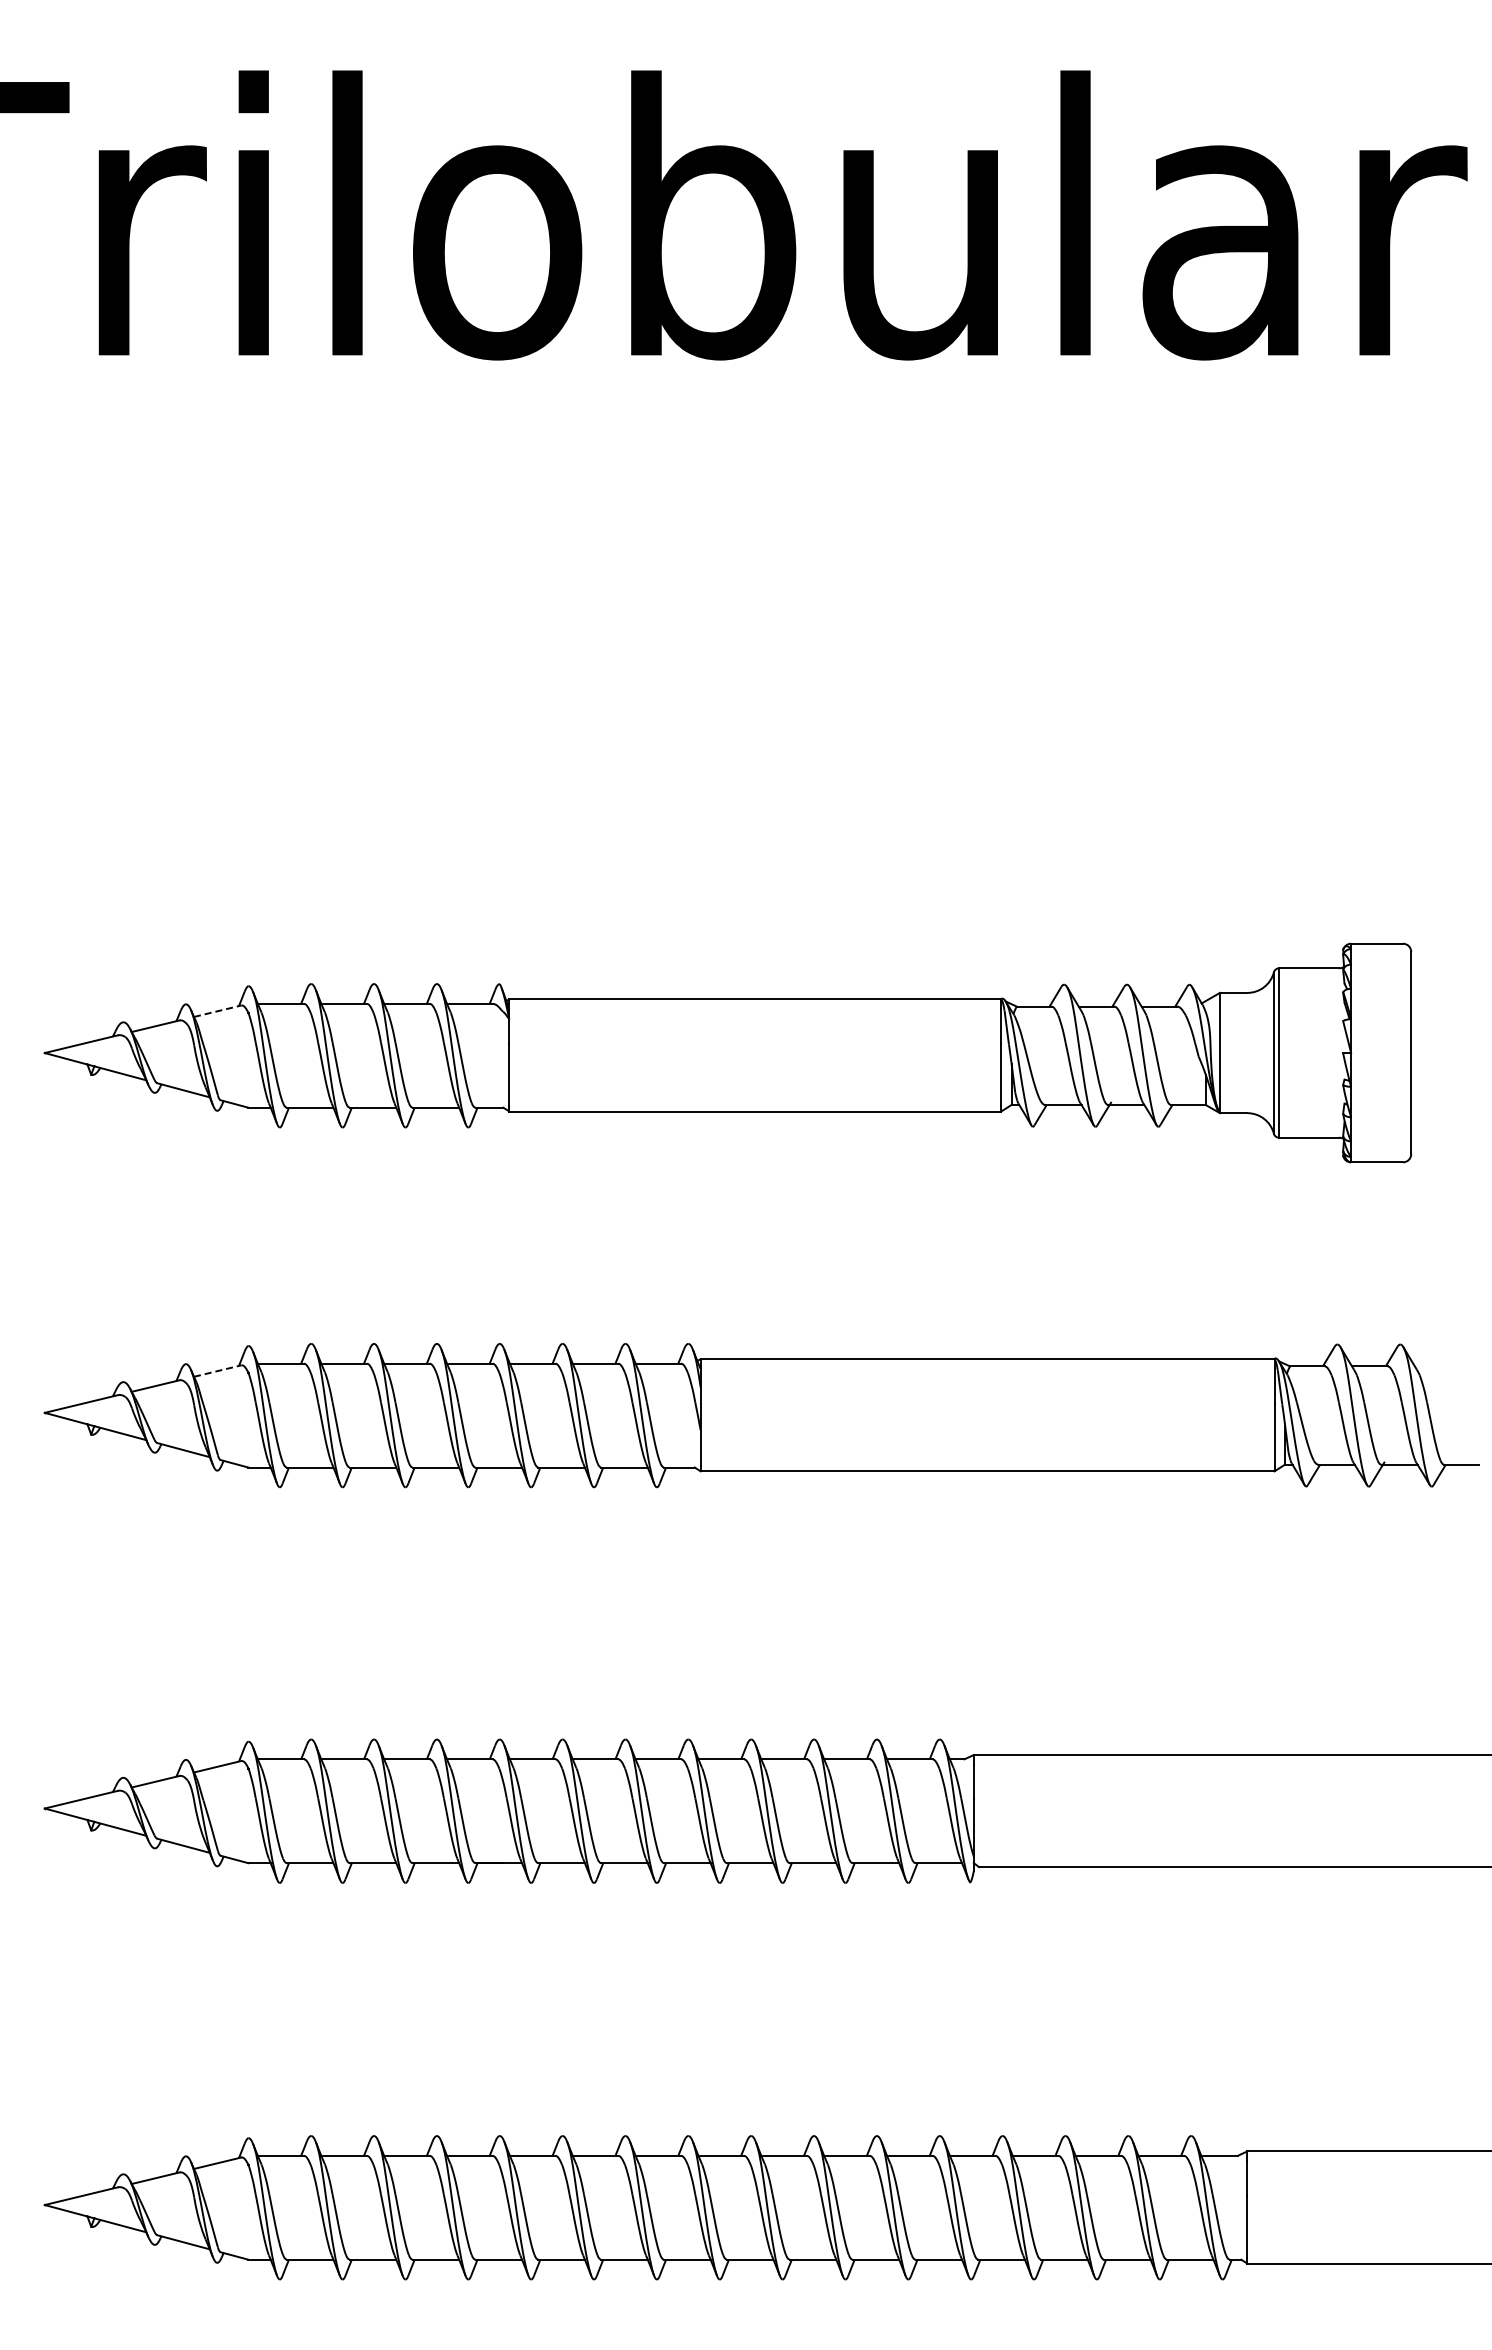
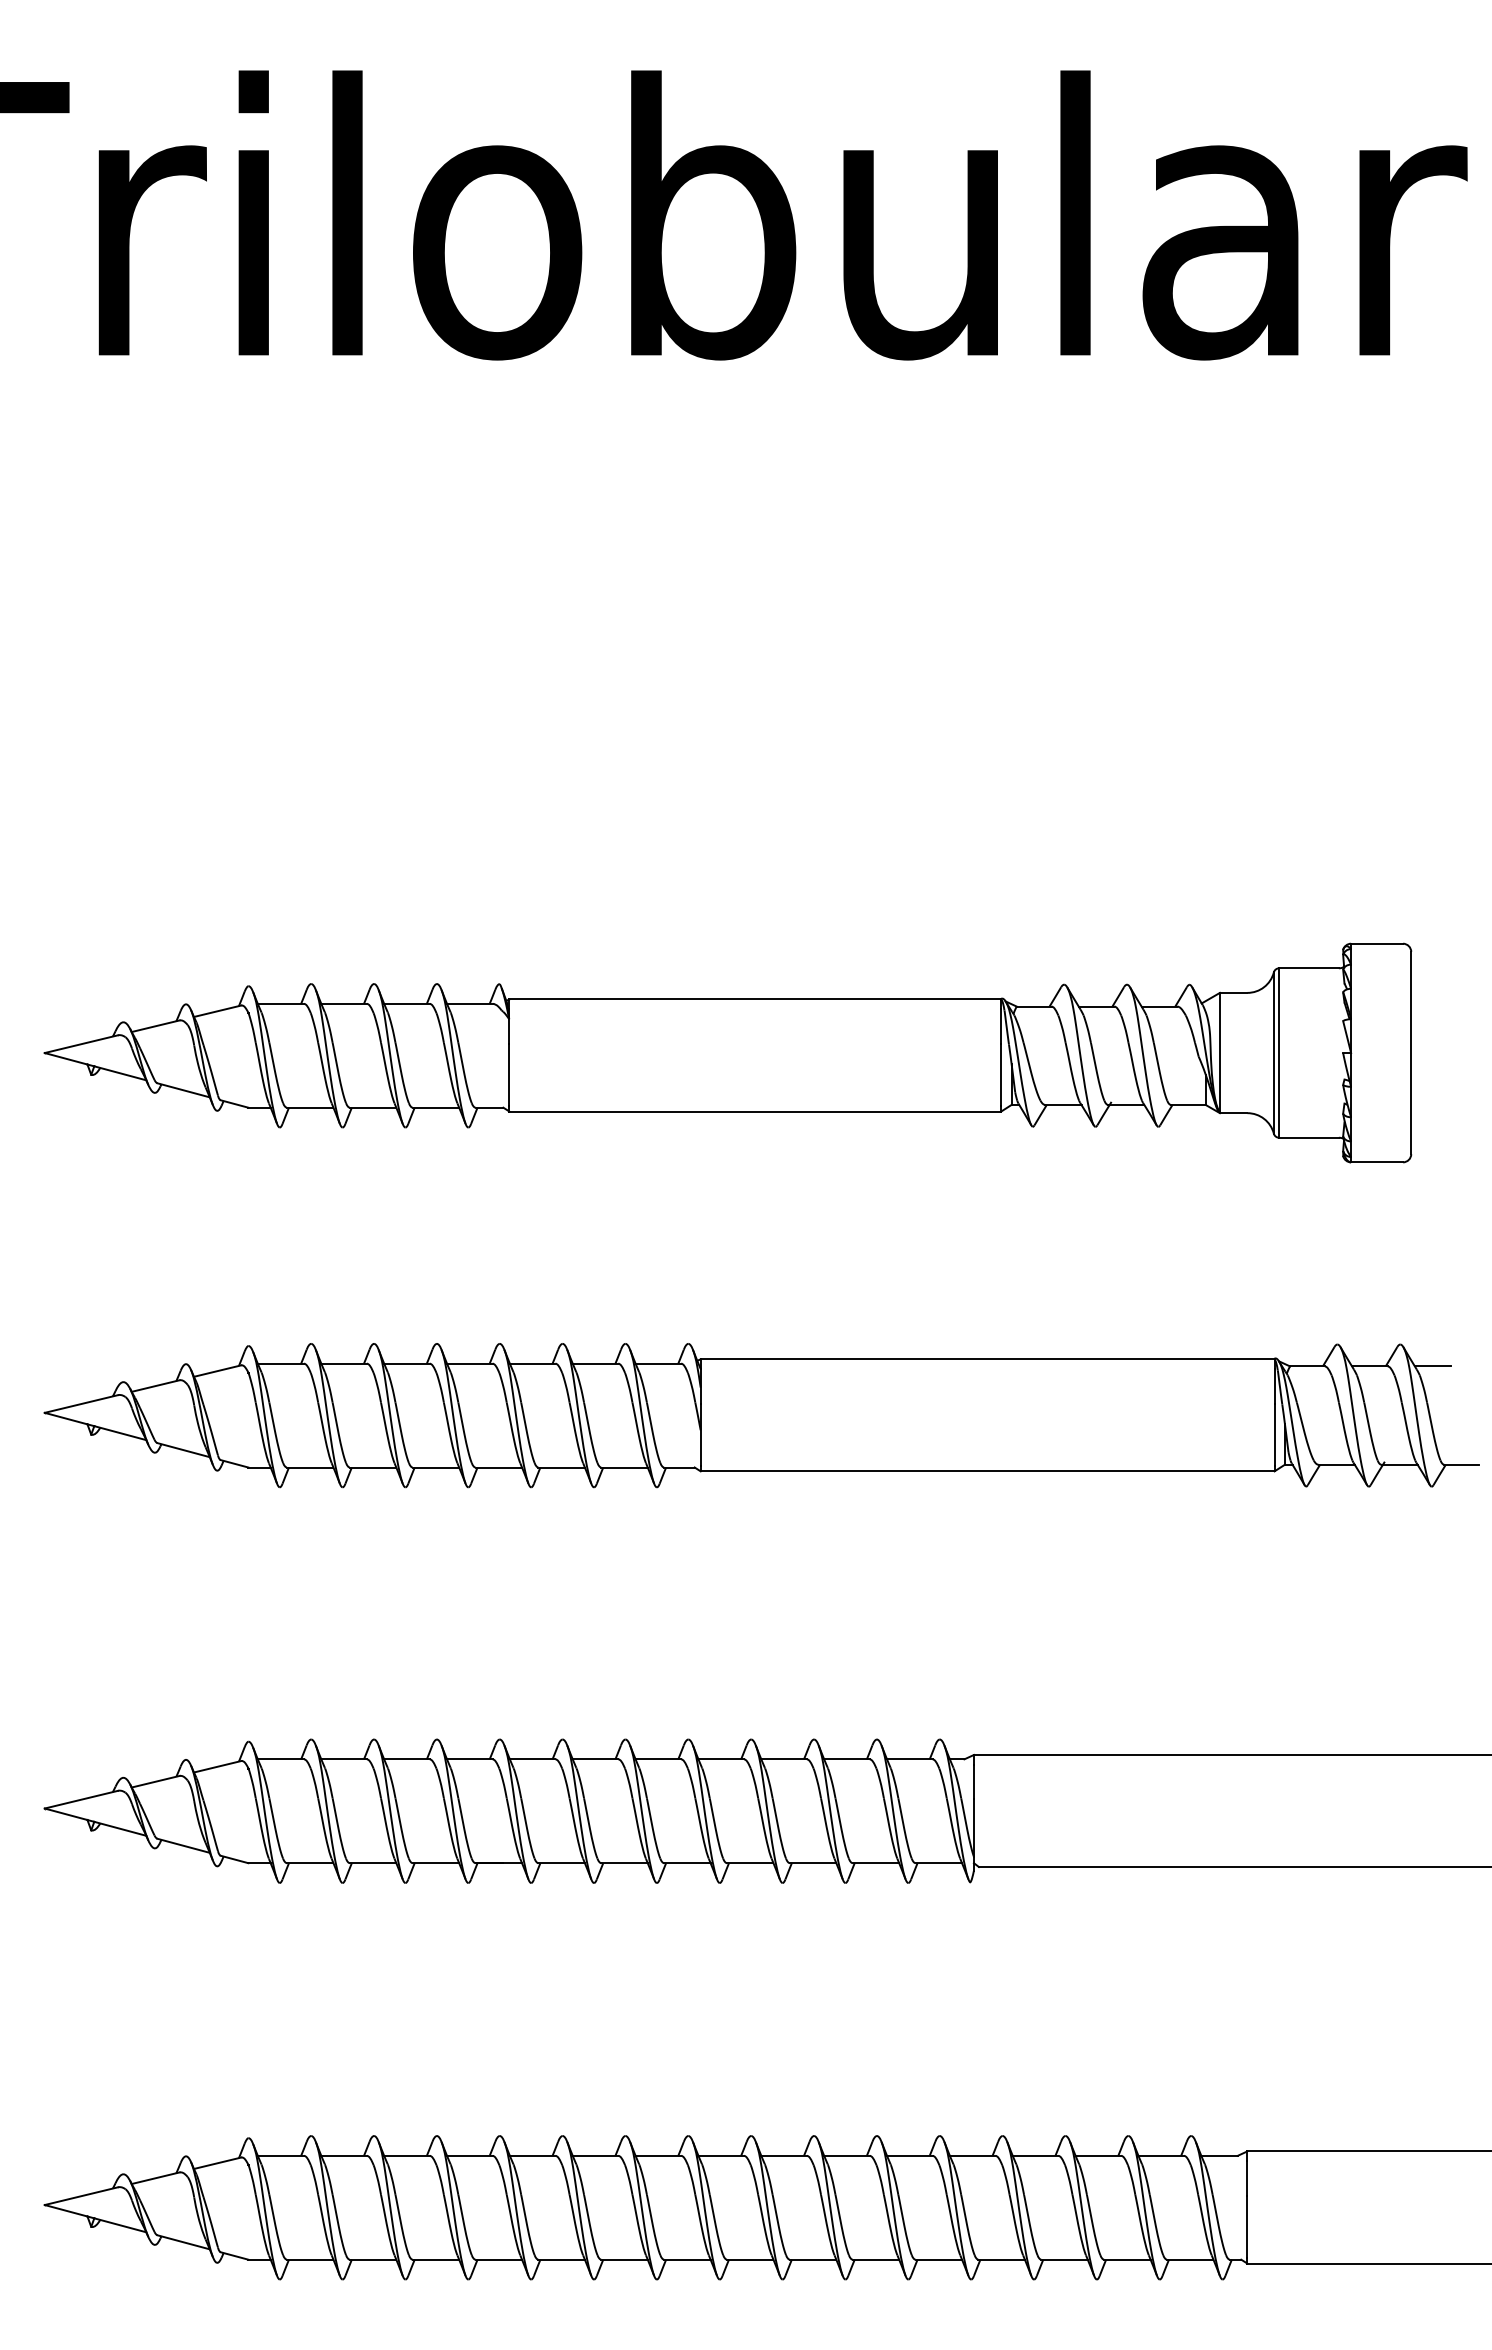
line at (218, 1011): dashed -> solid
line at (1432, 1366): none -> present
line at (218, 1370): dashed -> solid
